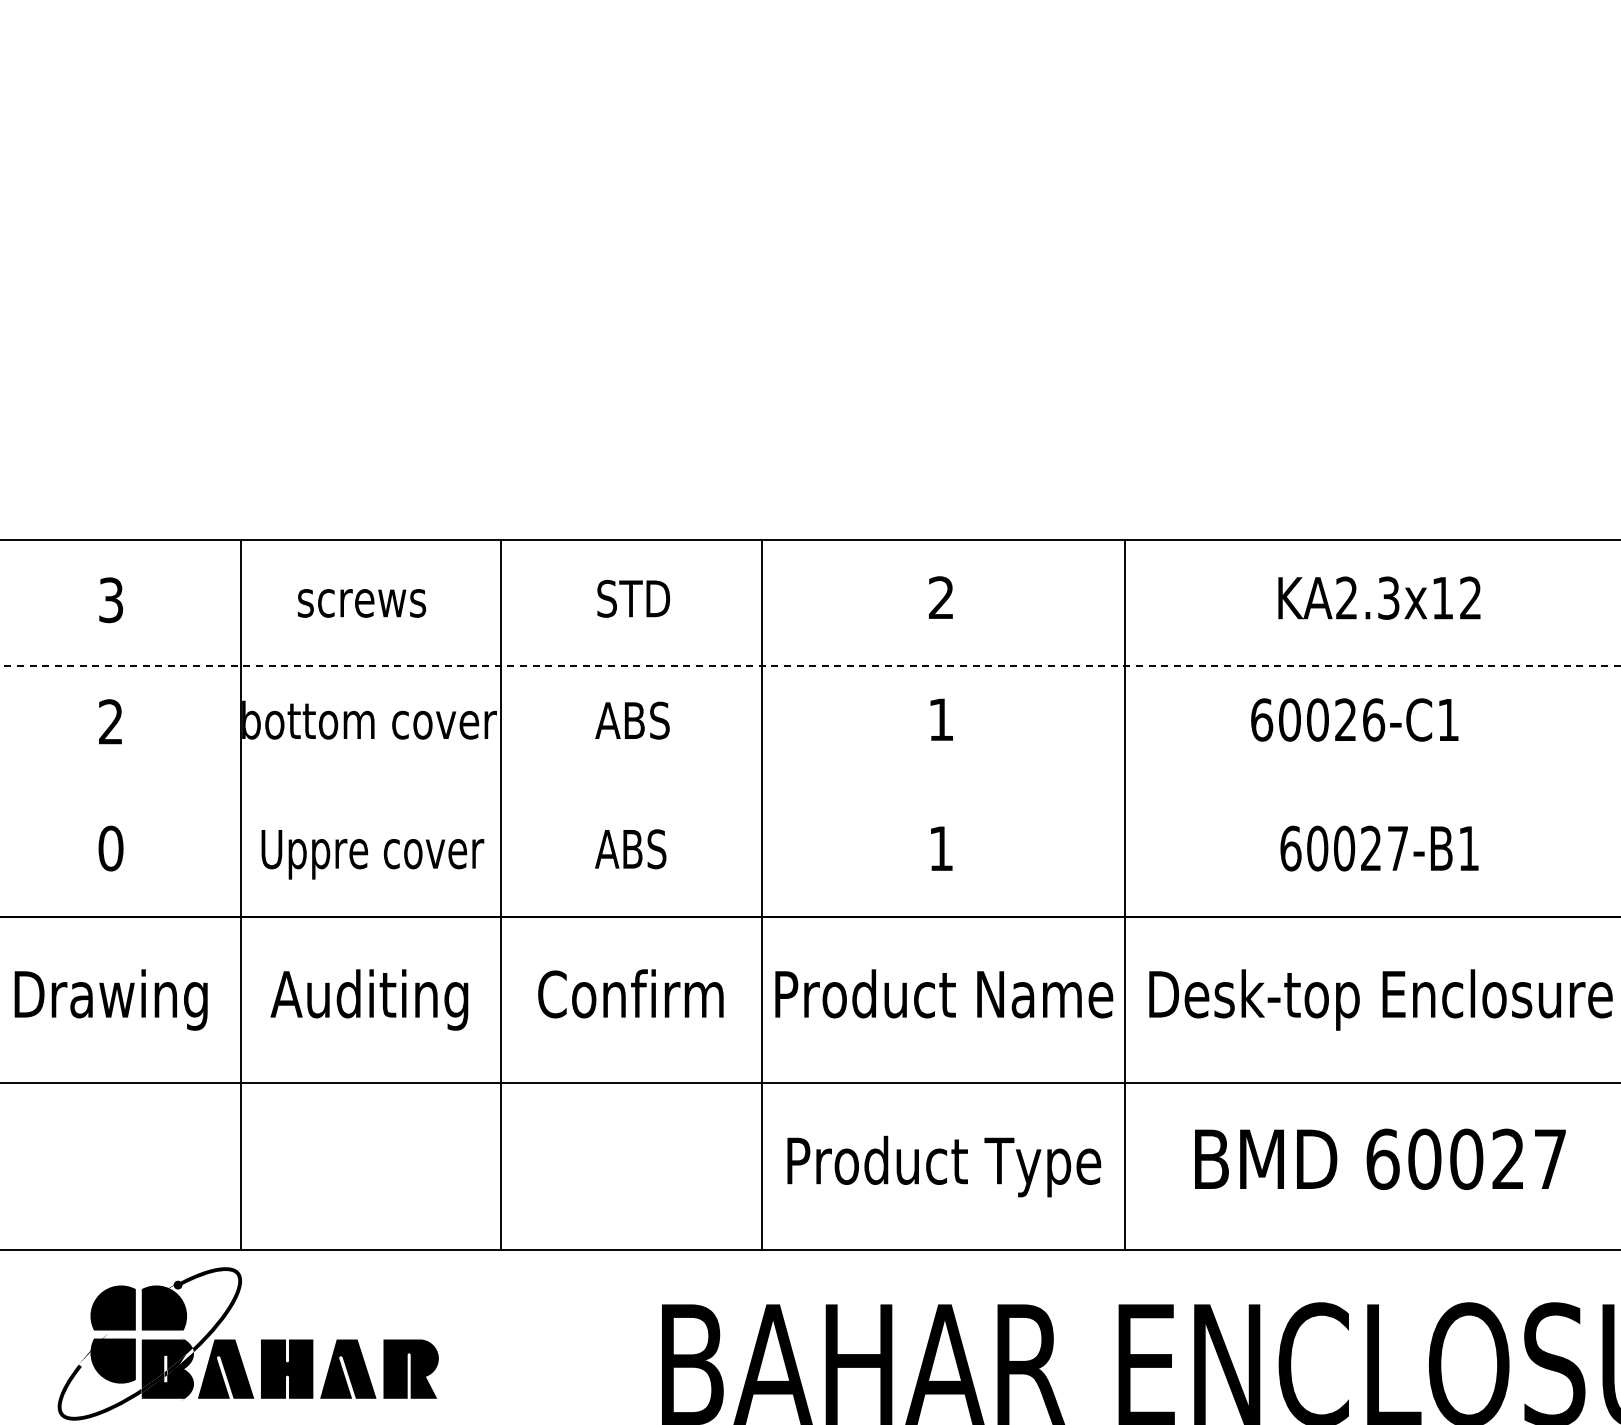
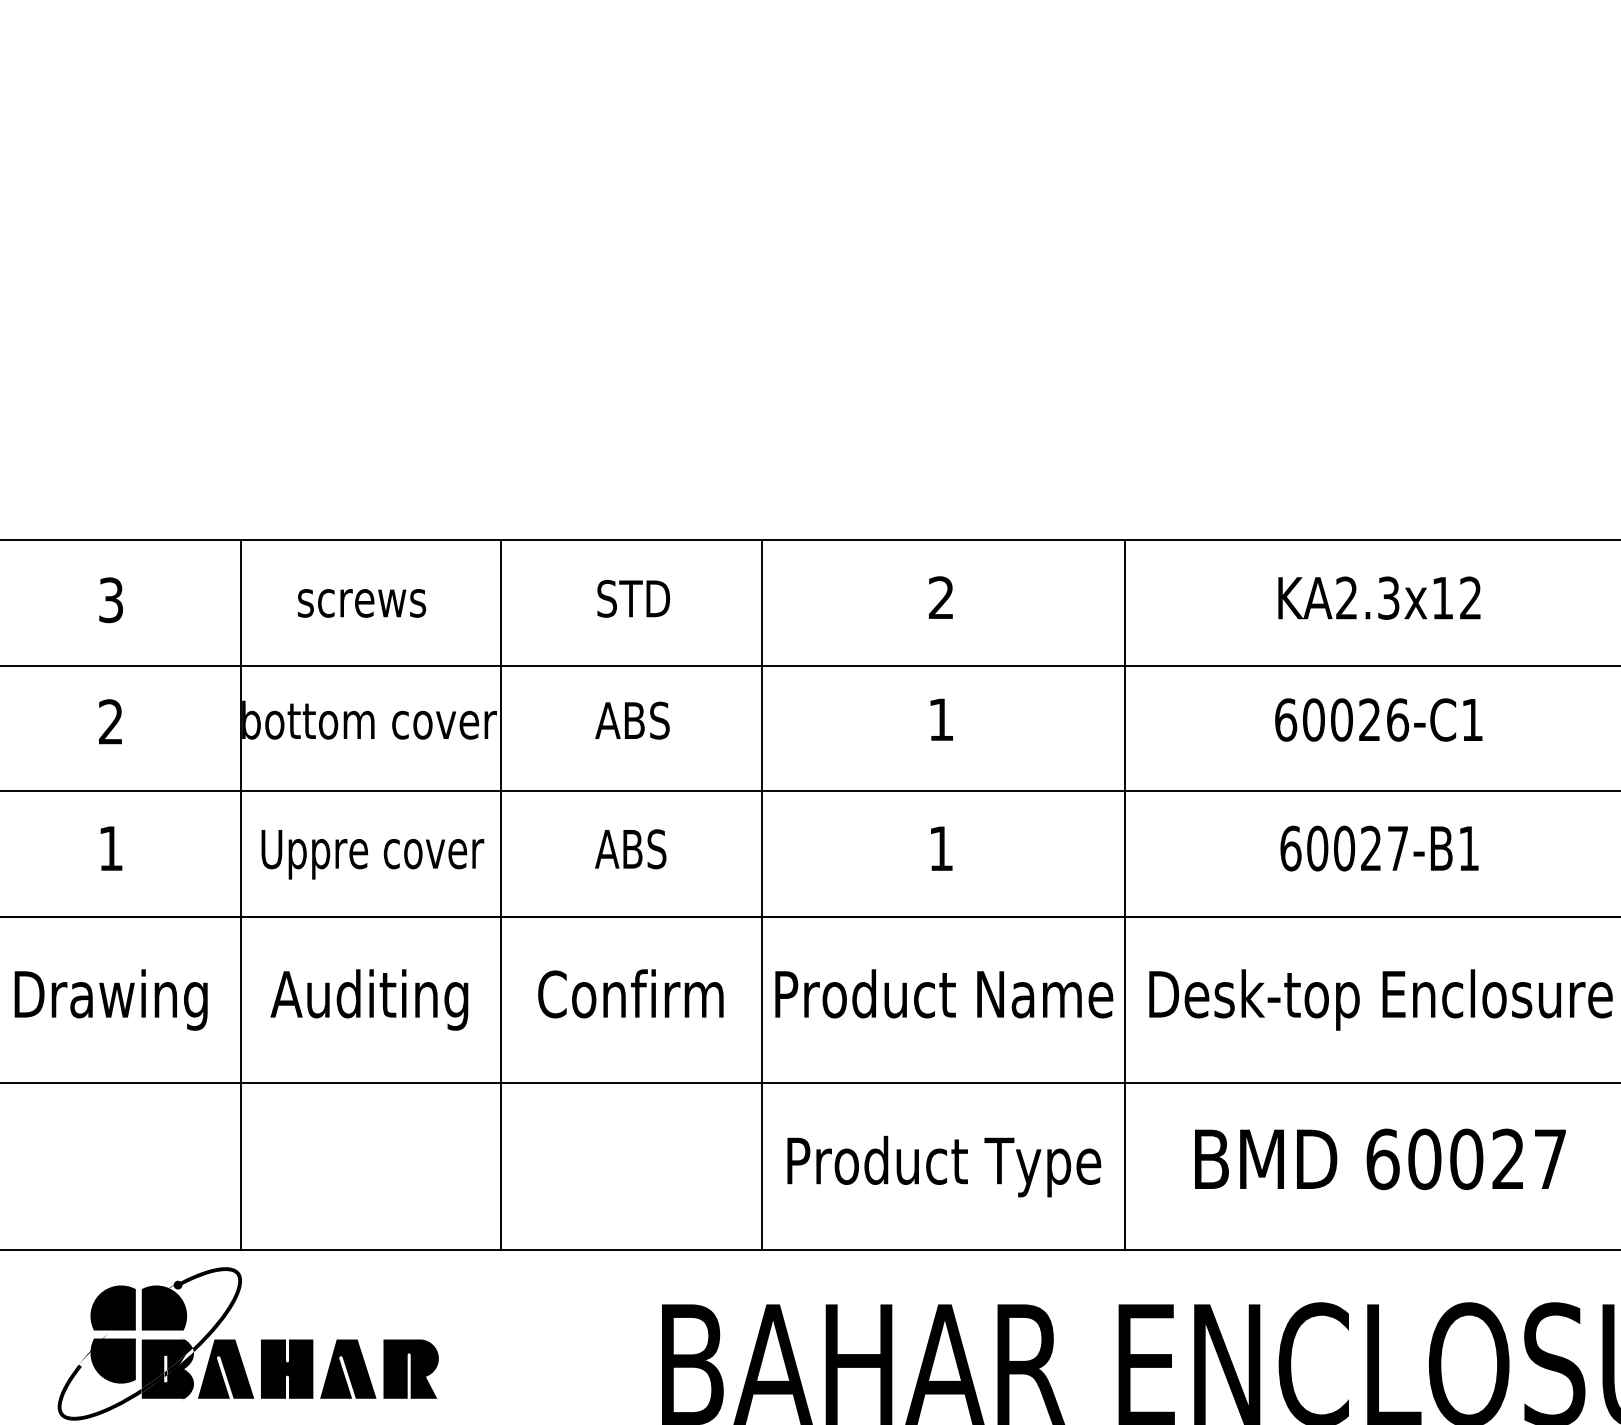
line at (810, 665): dashed -> solid
text at (1354, 719) position: (1354, 719) -> (1378, 719)
line at (809, 791): none -> present
text at (110, 848): 0 -> 1
